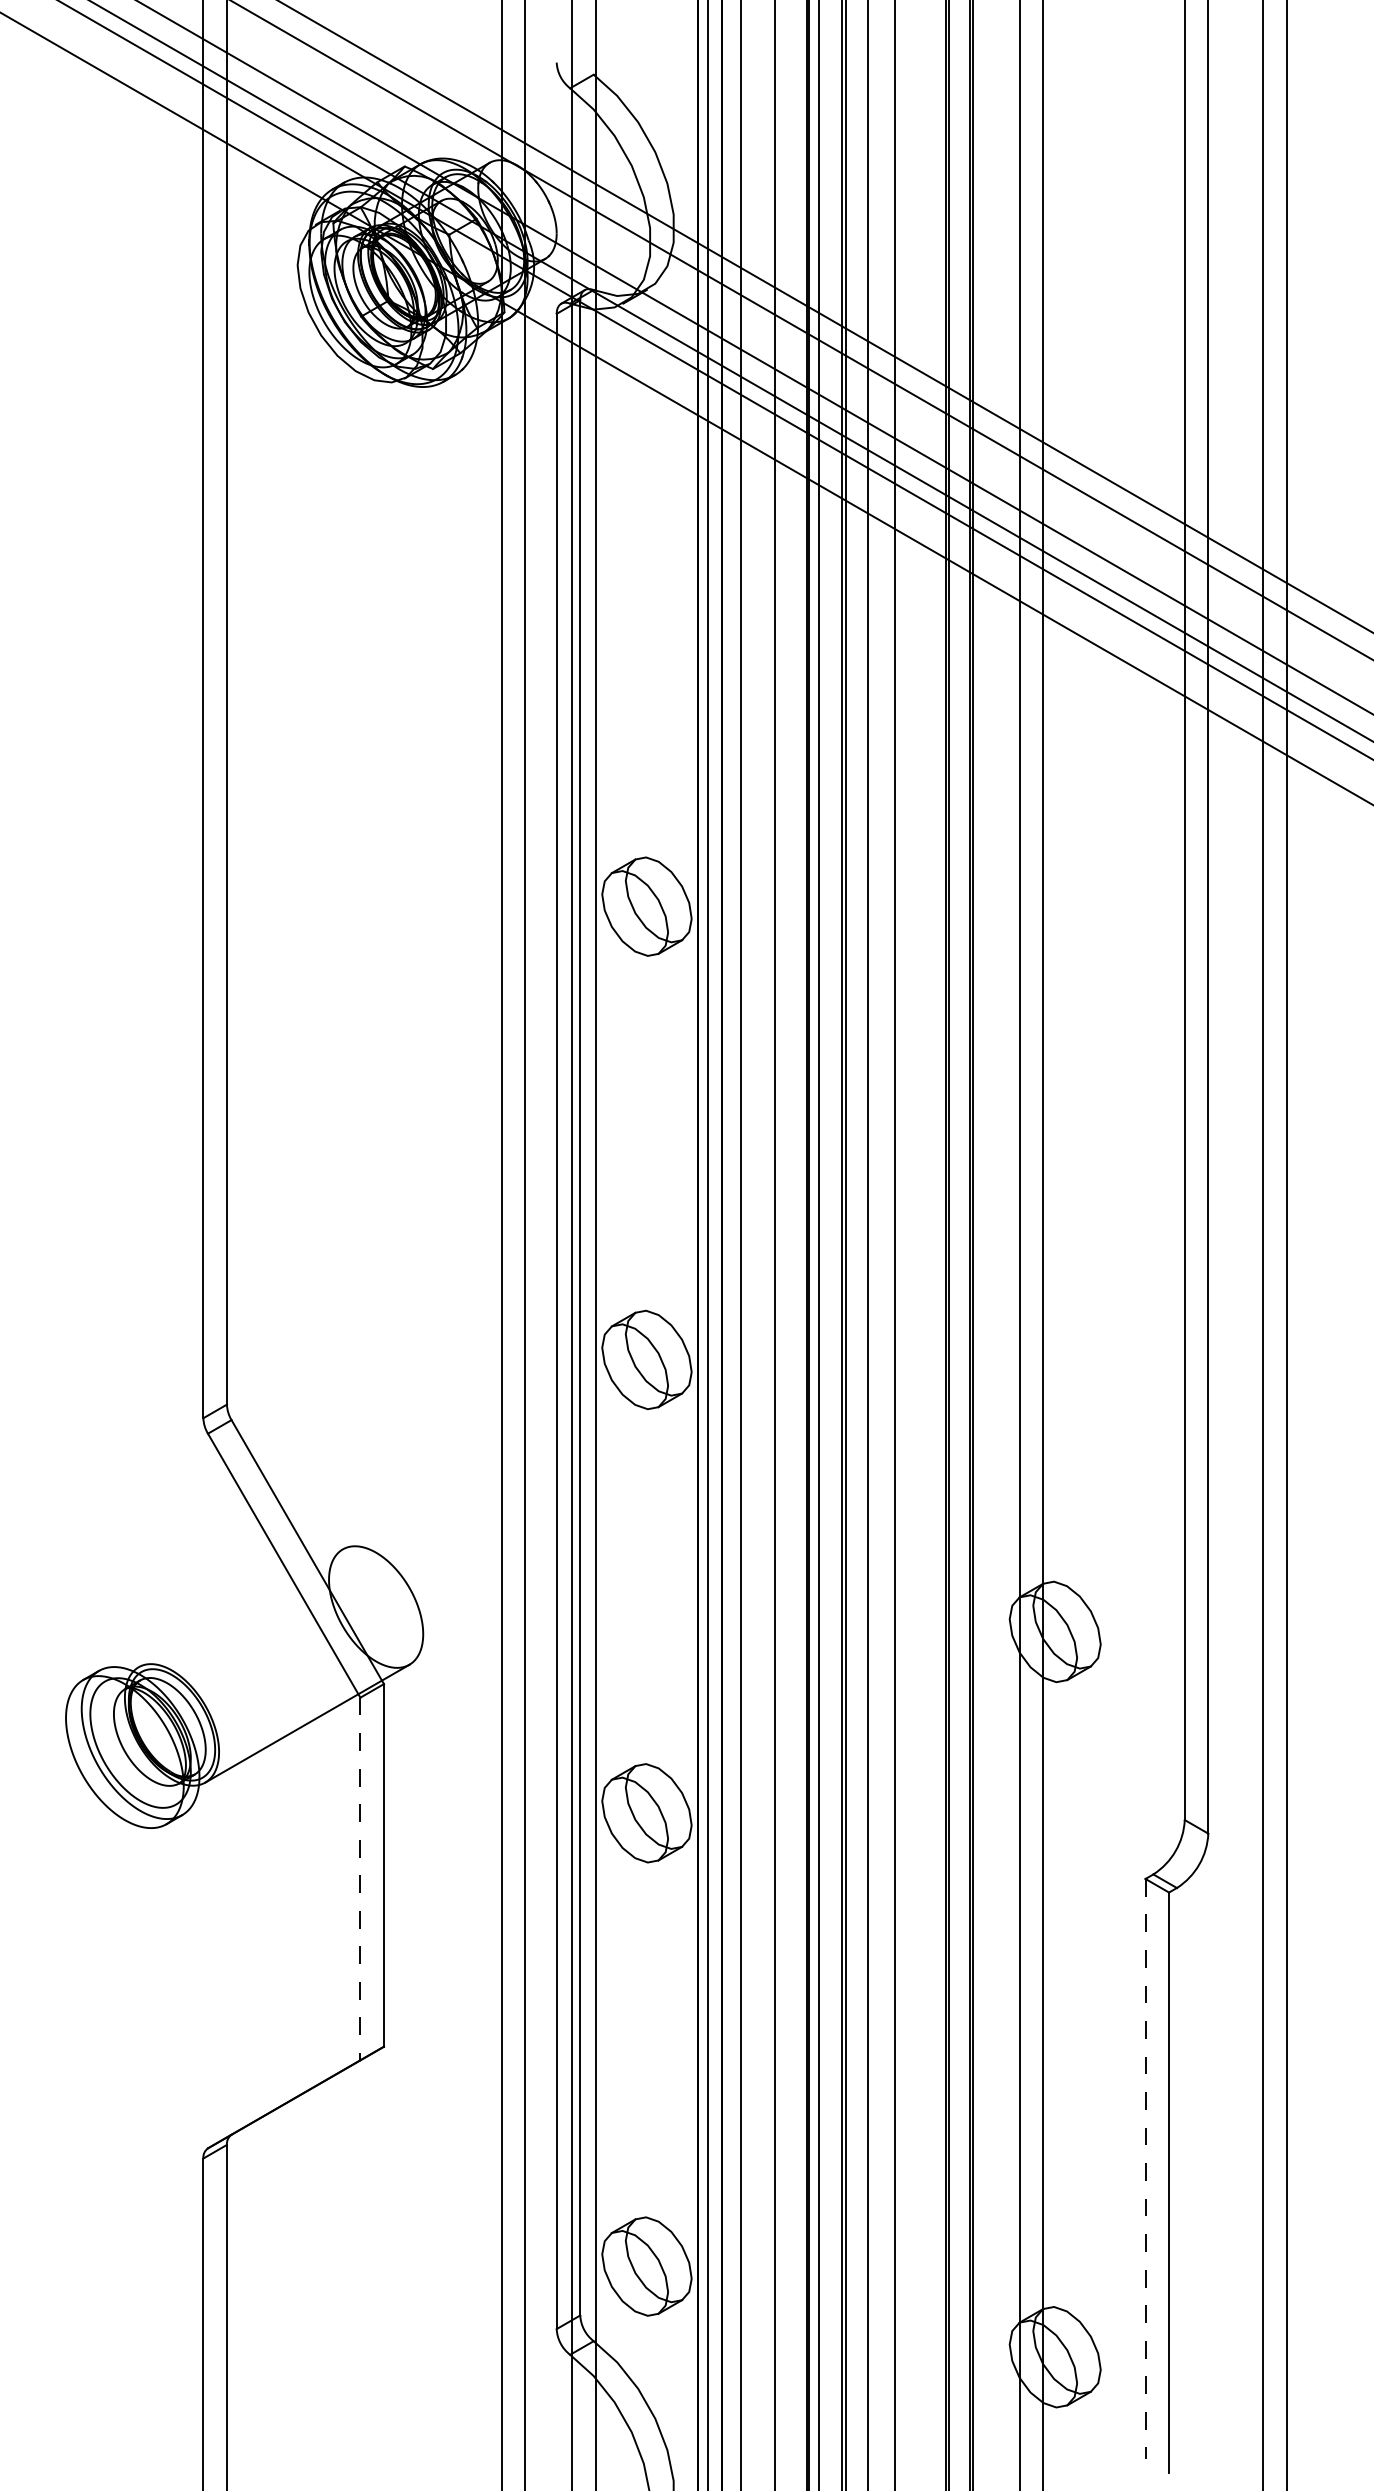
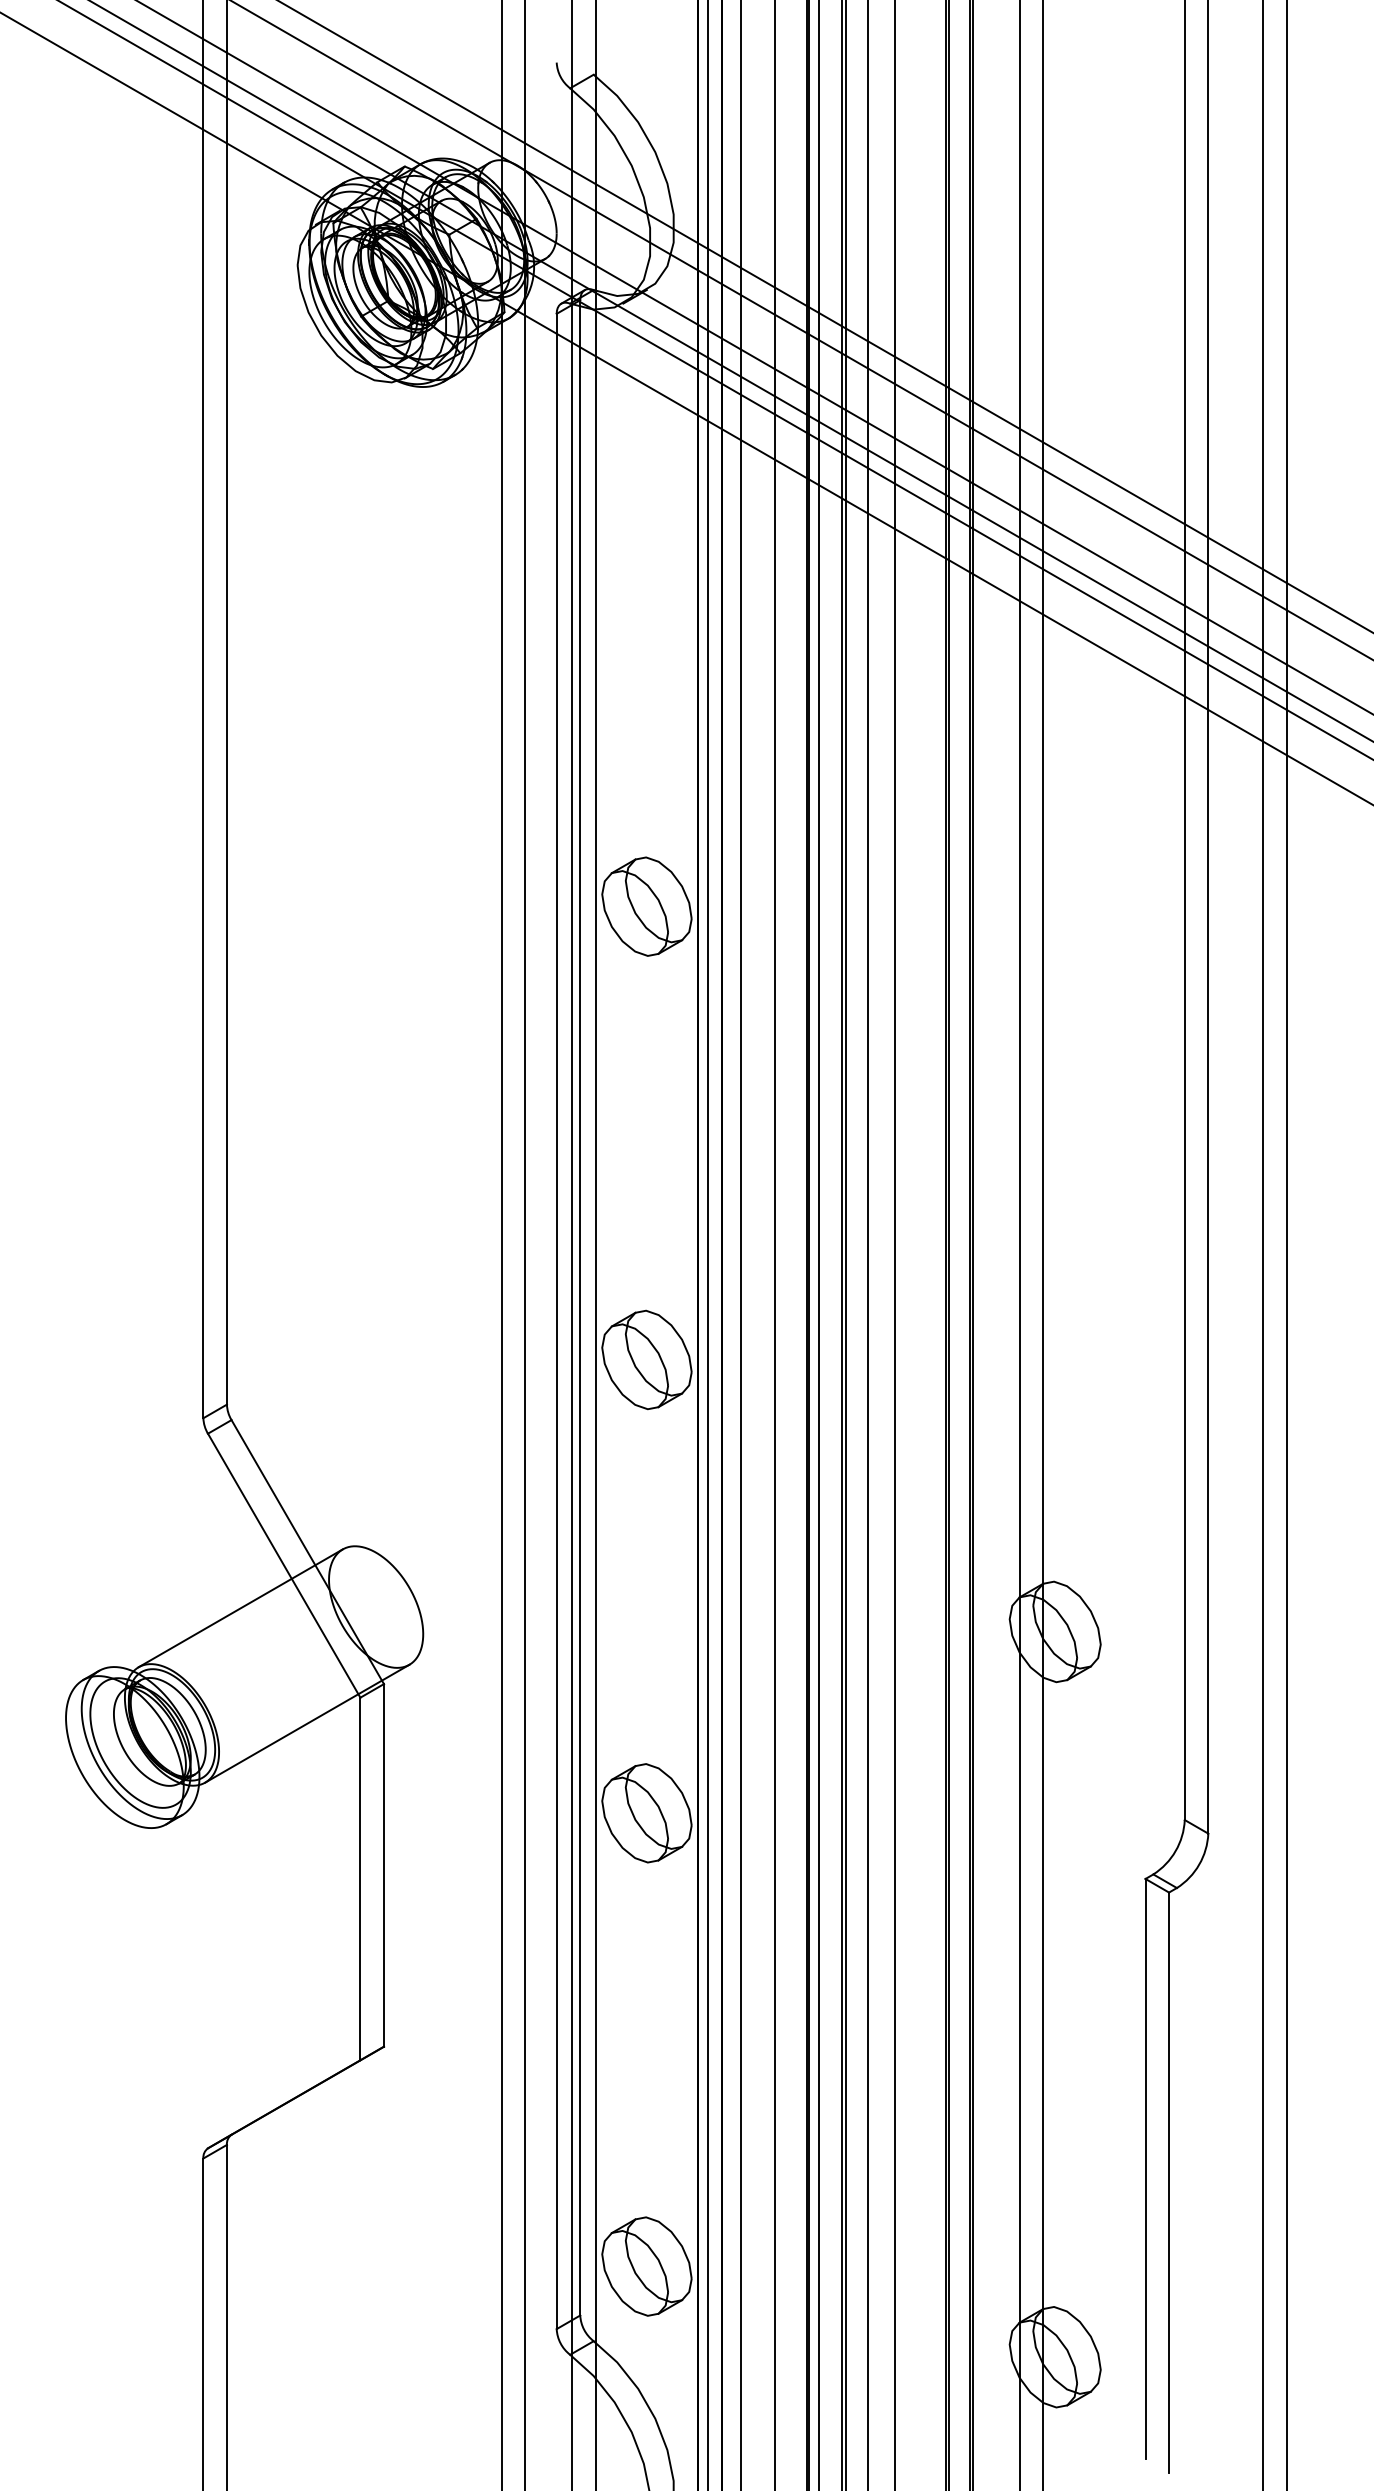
line at (240, 1608): none -> present
line at (360, 1879): dashed -> solid
line at (1145, 2169): dashed -> solid
